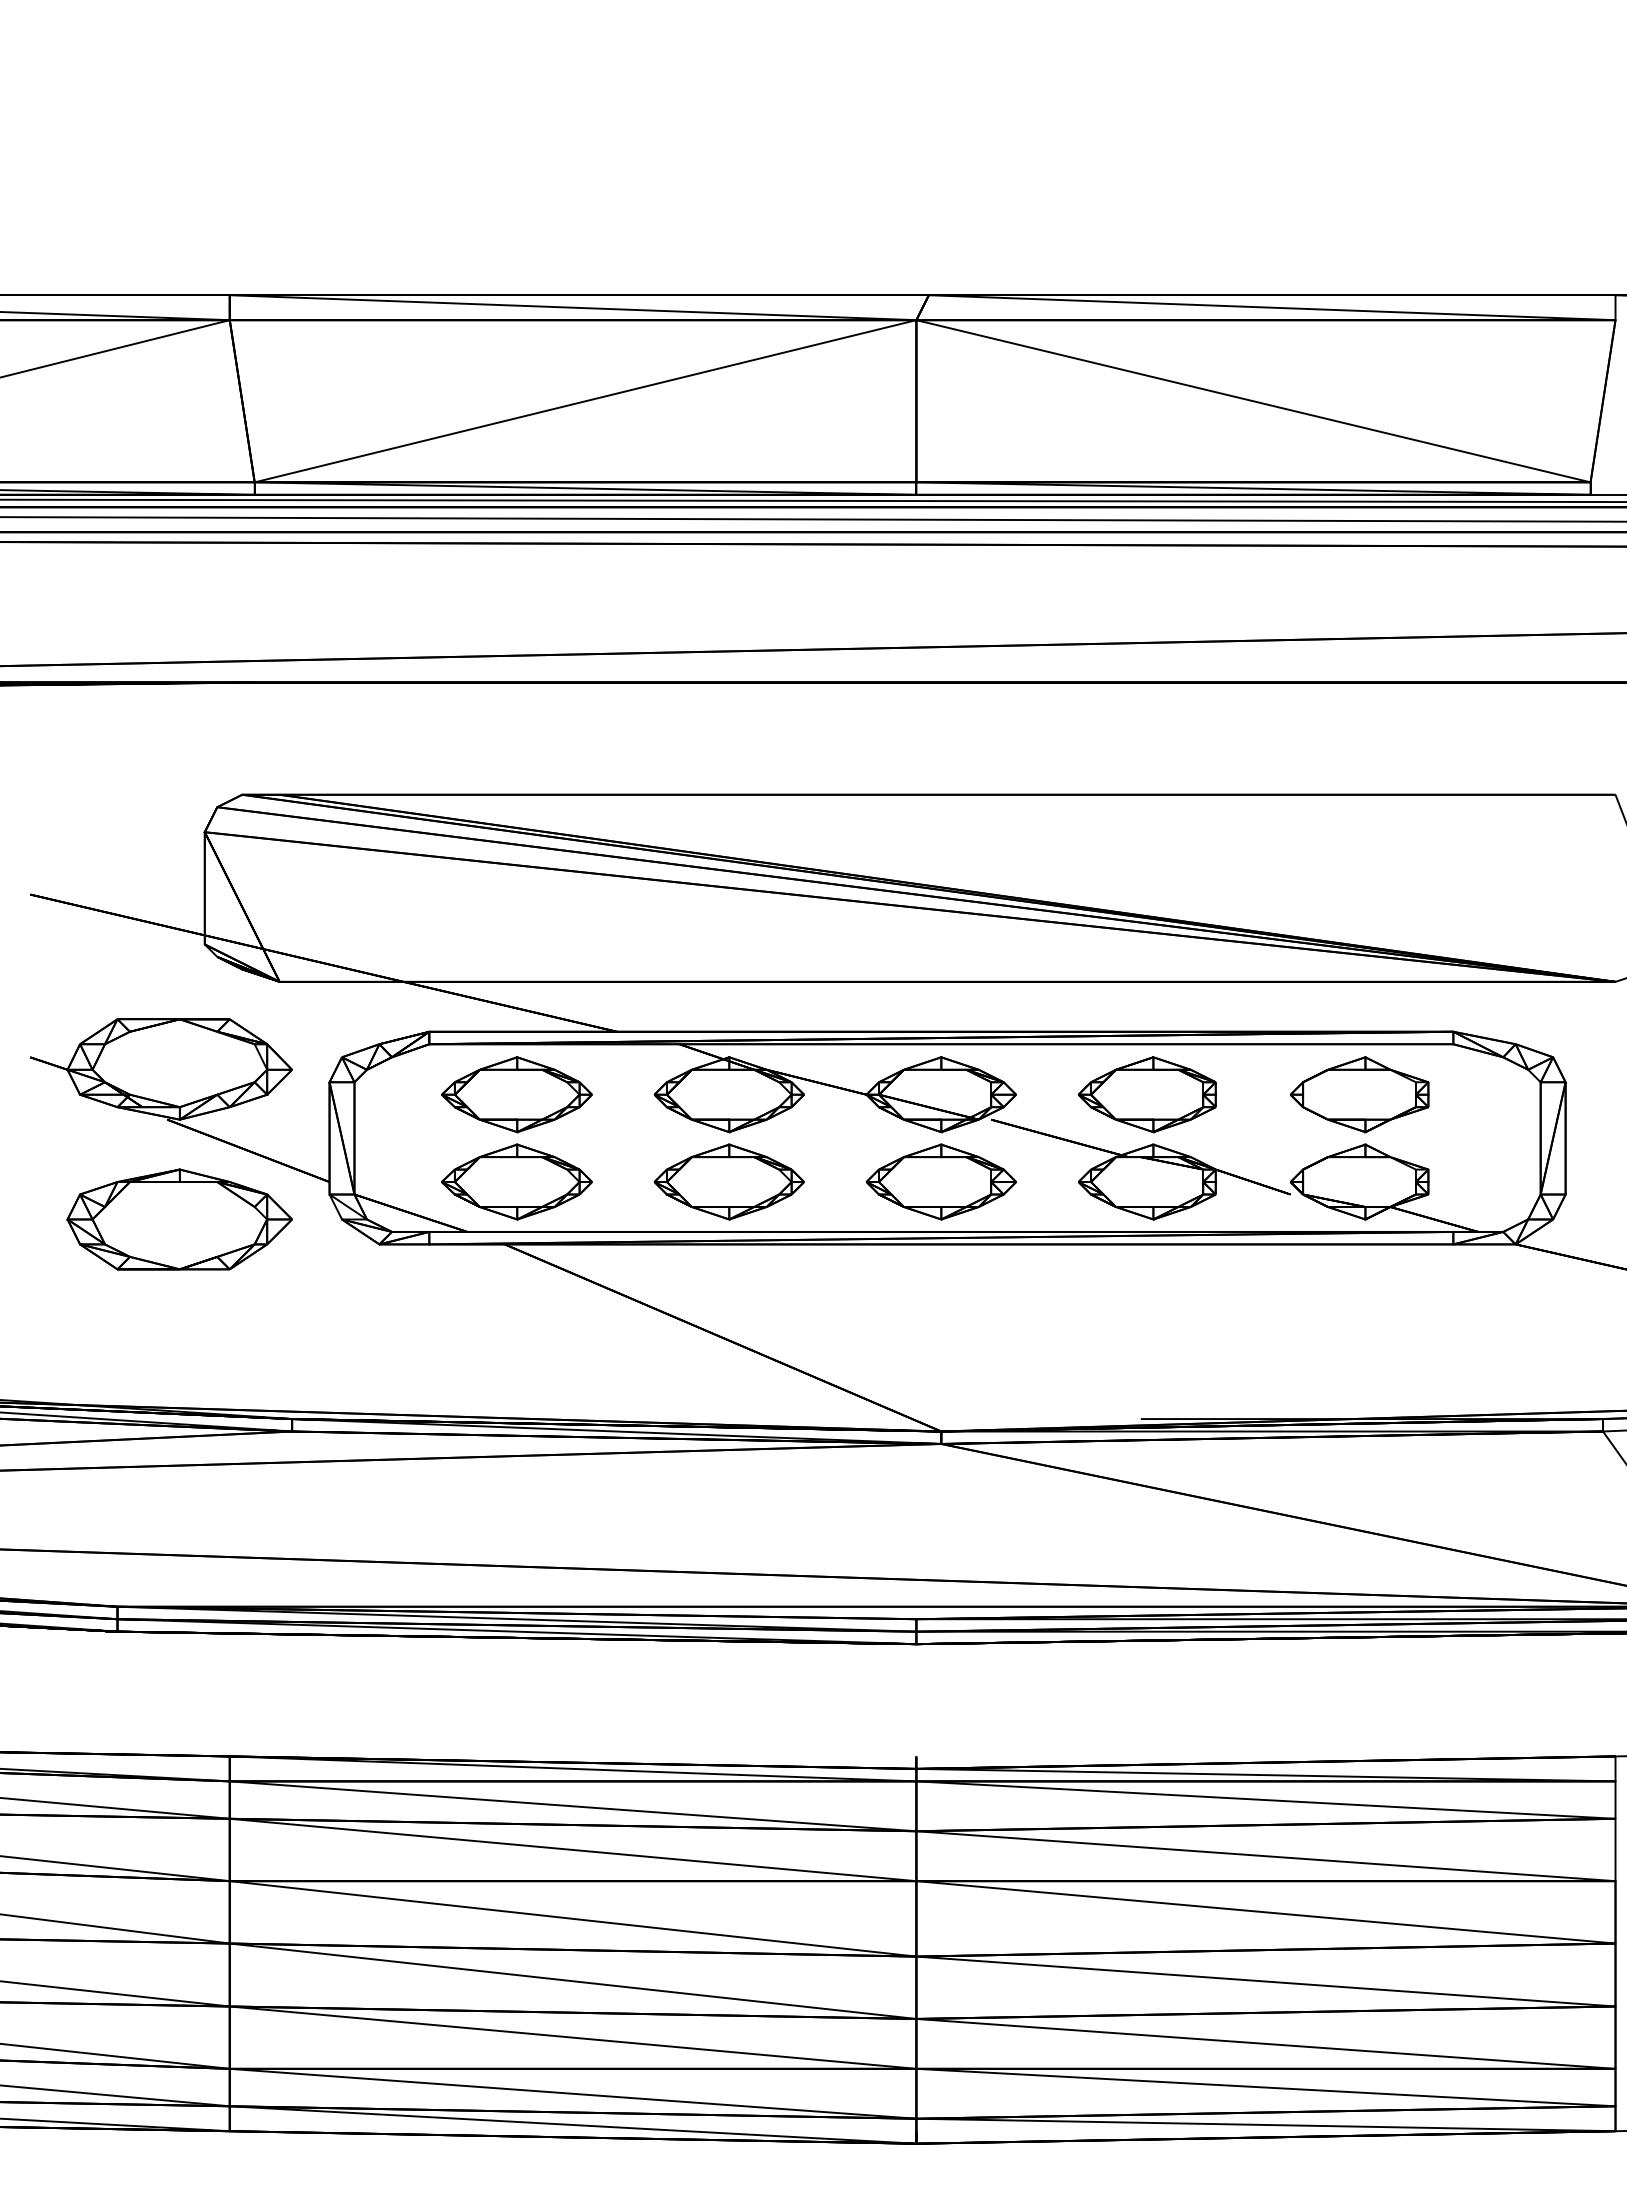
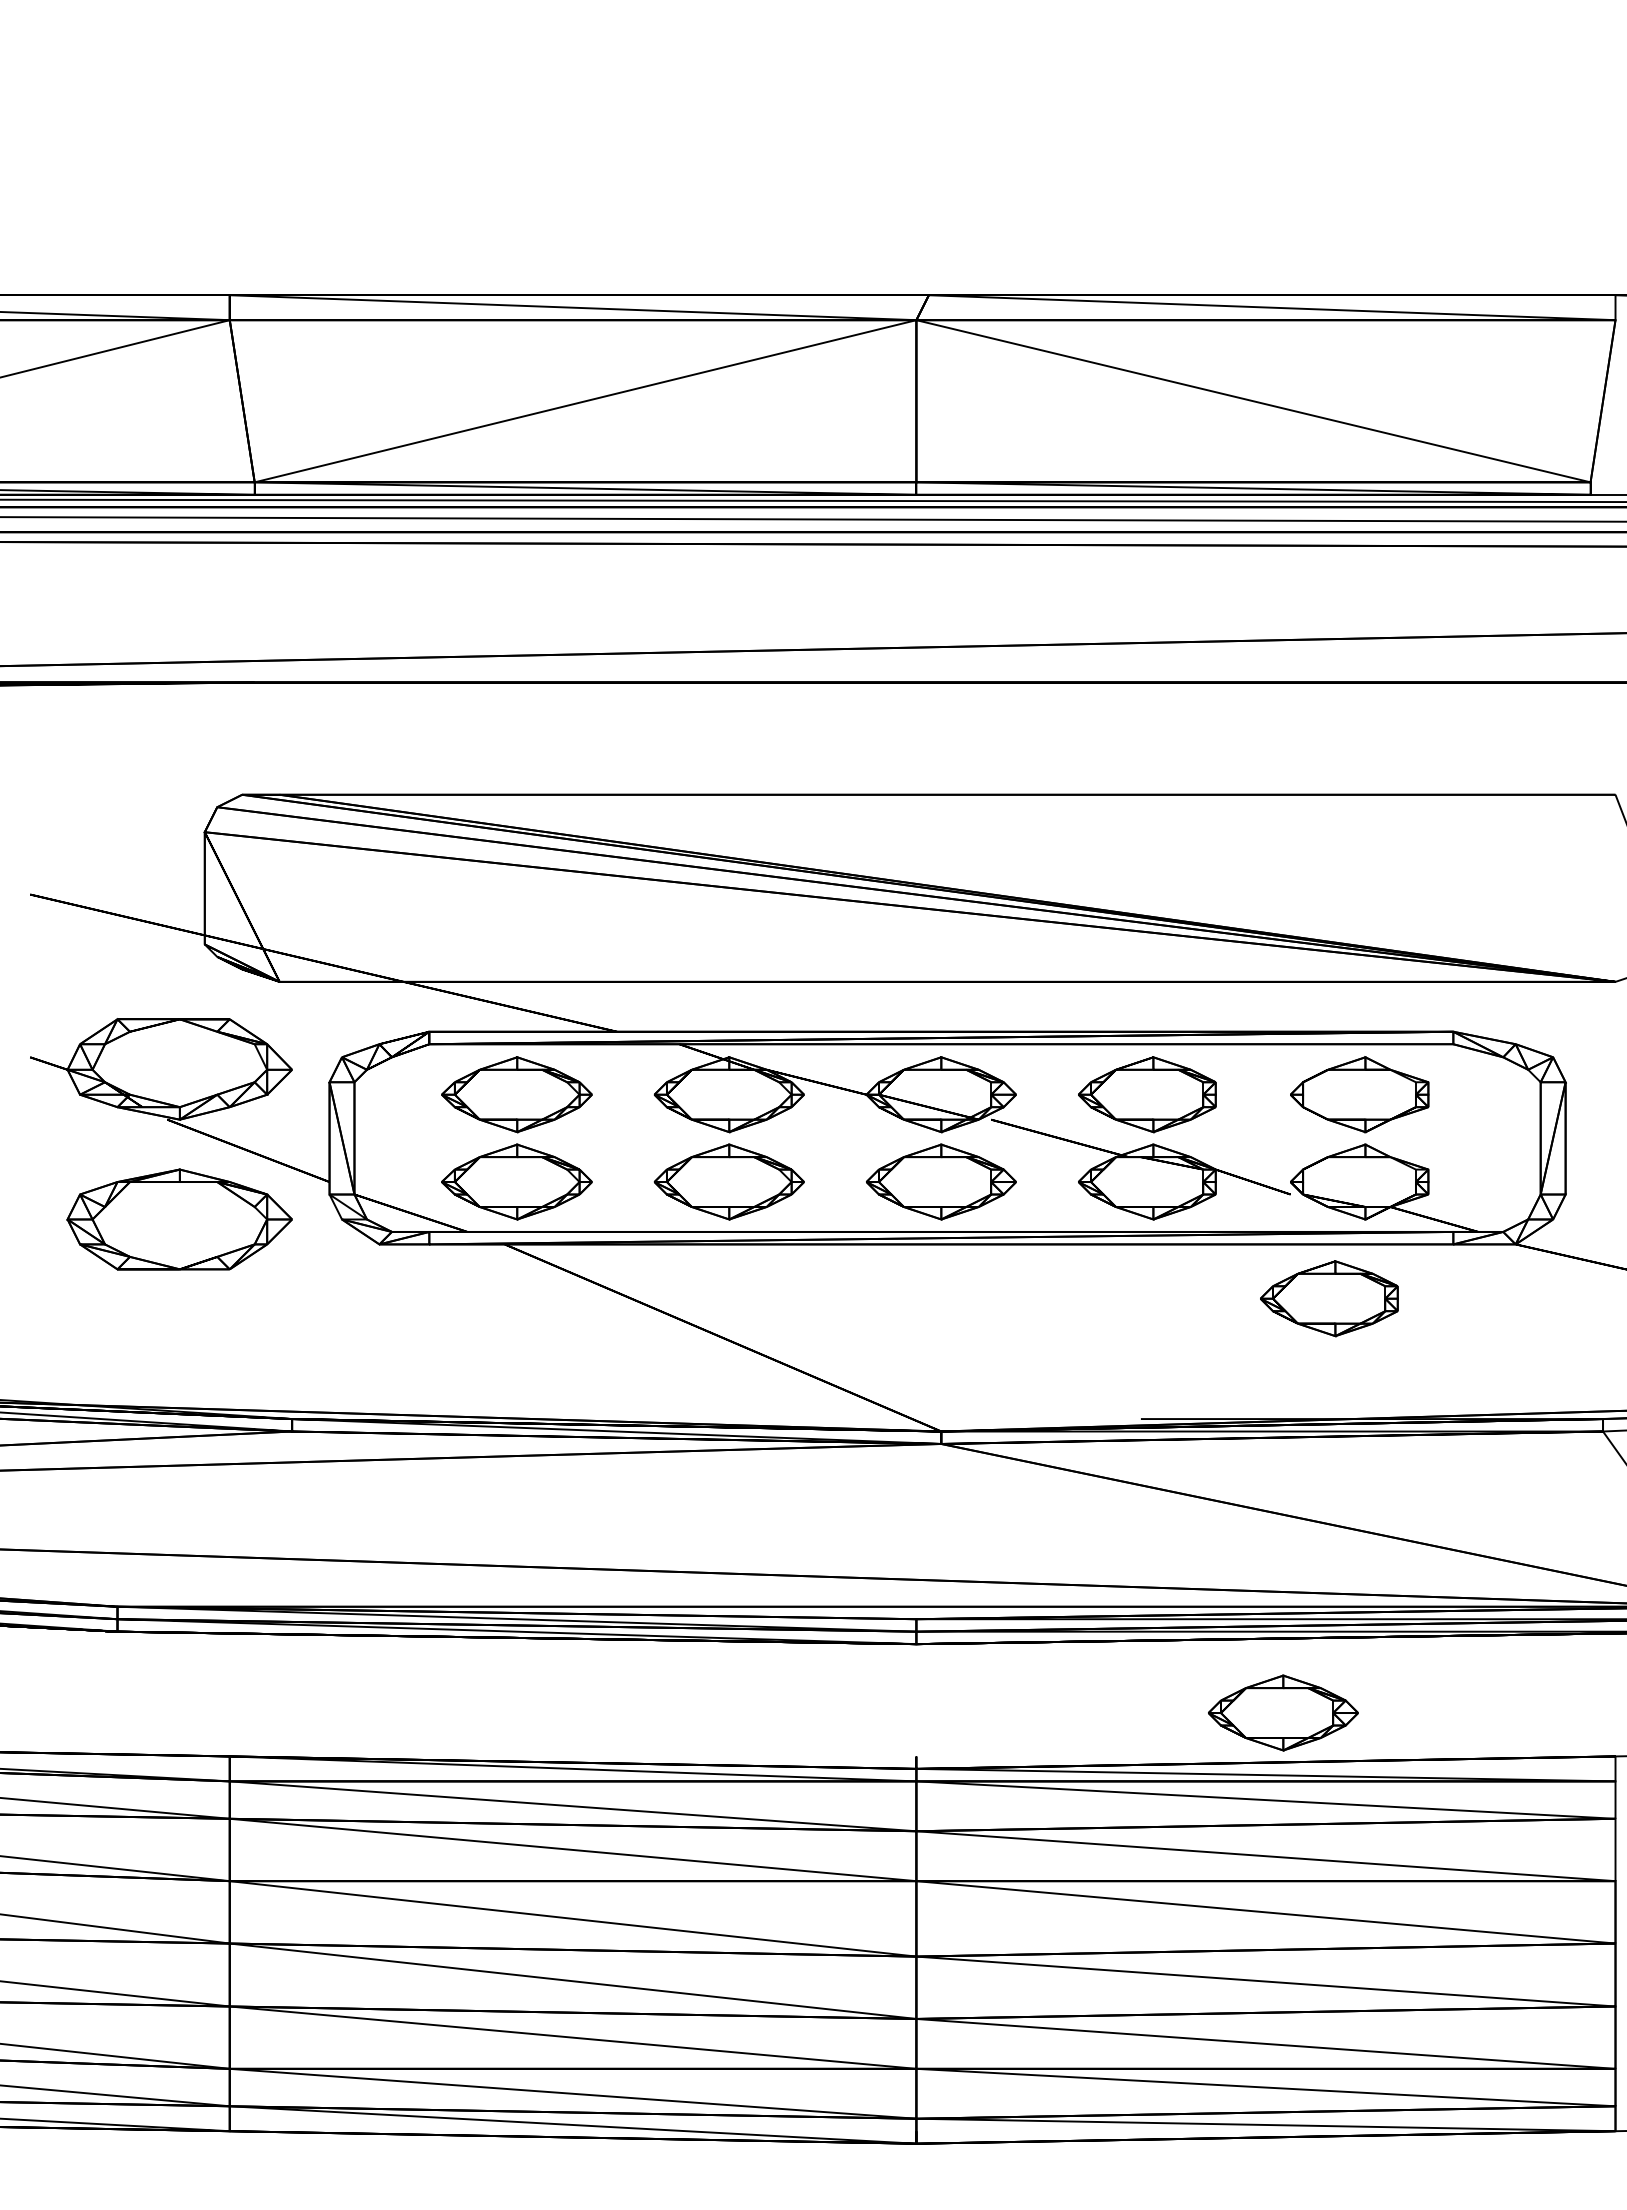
part at (1329, 1298): none -> present
part at (1283, 1712): none -> present
